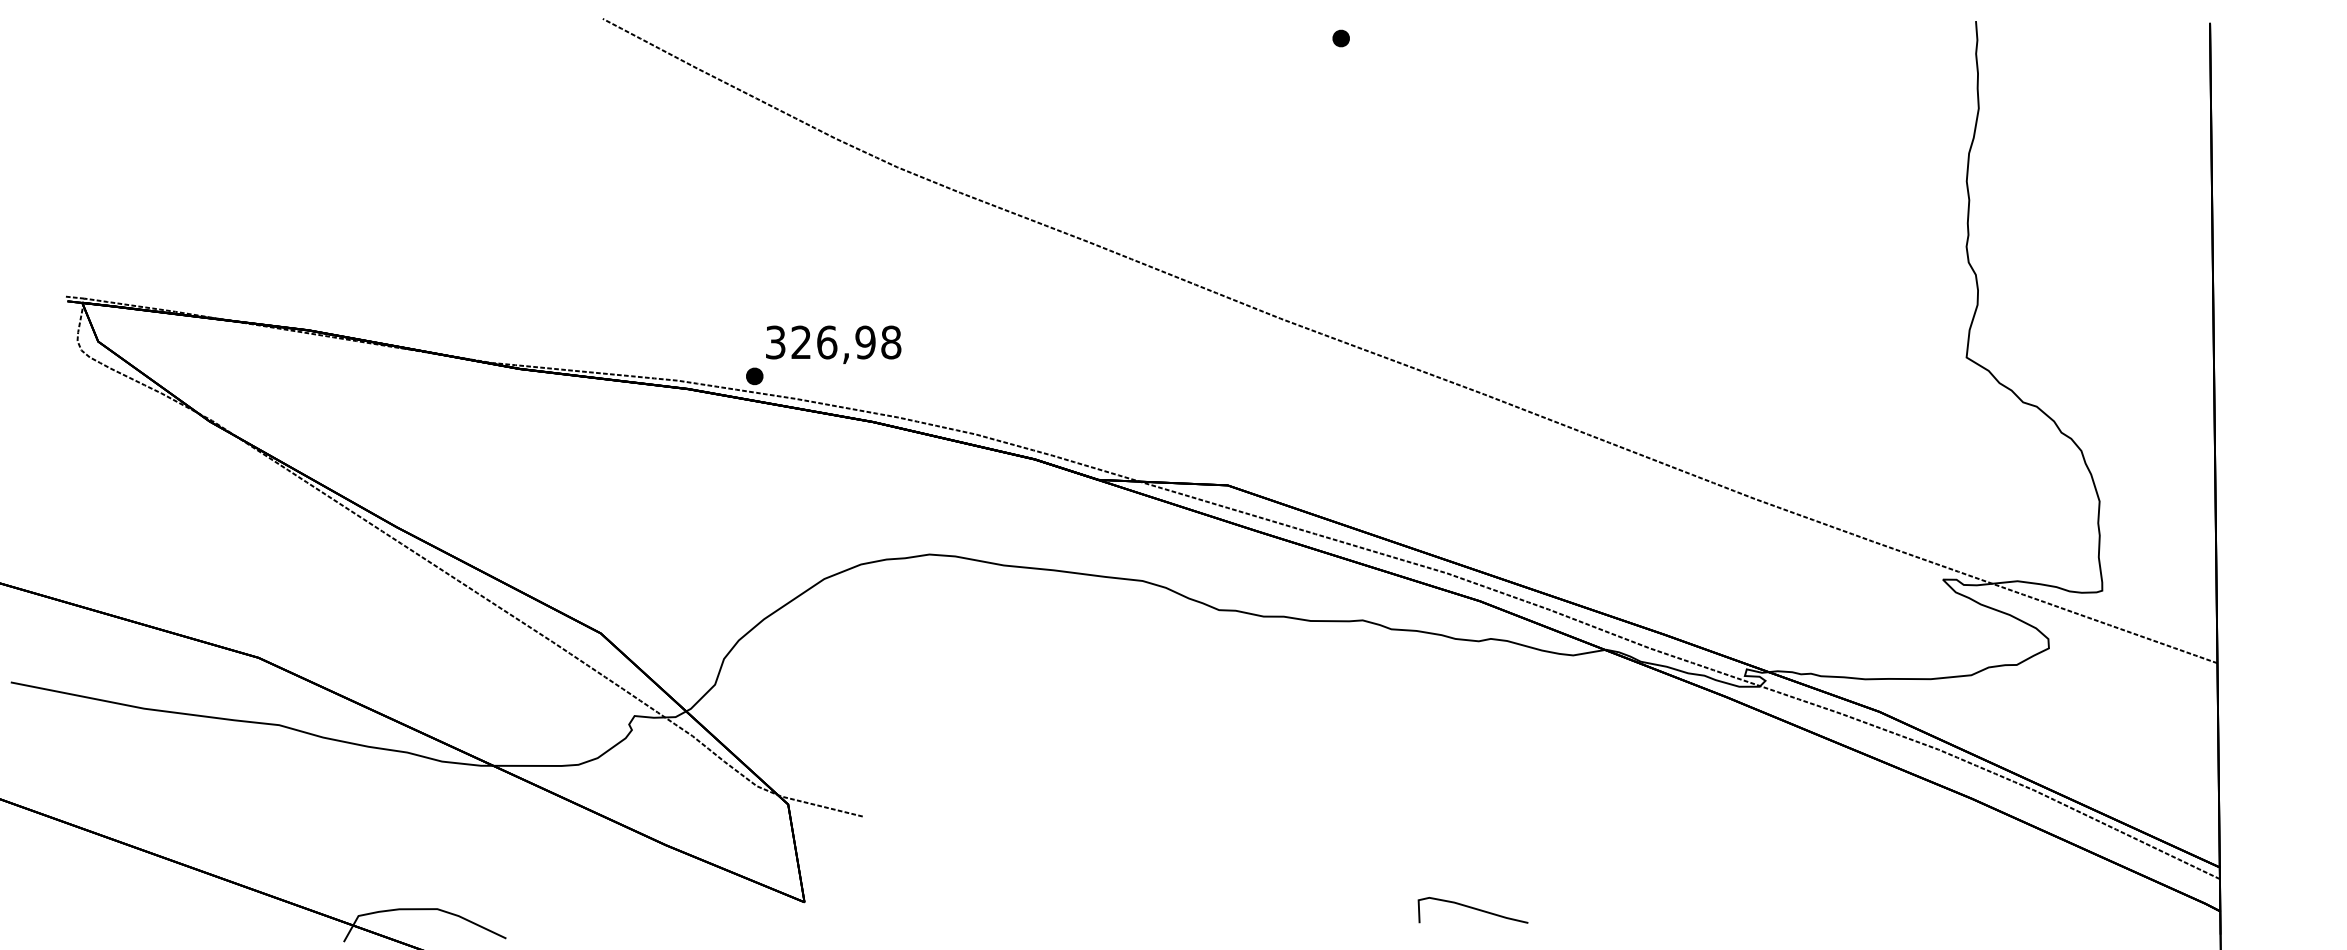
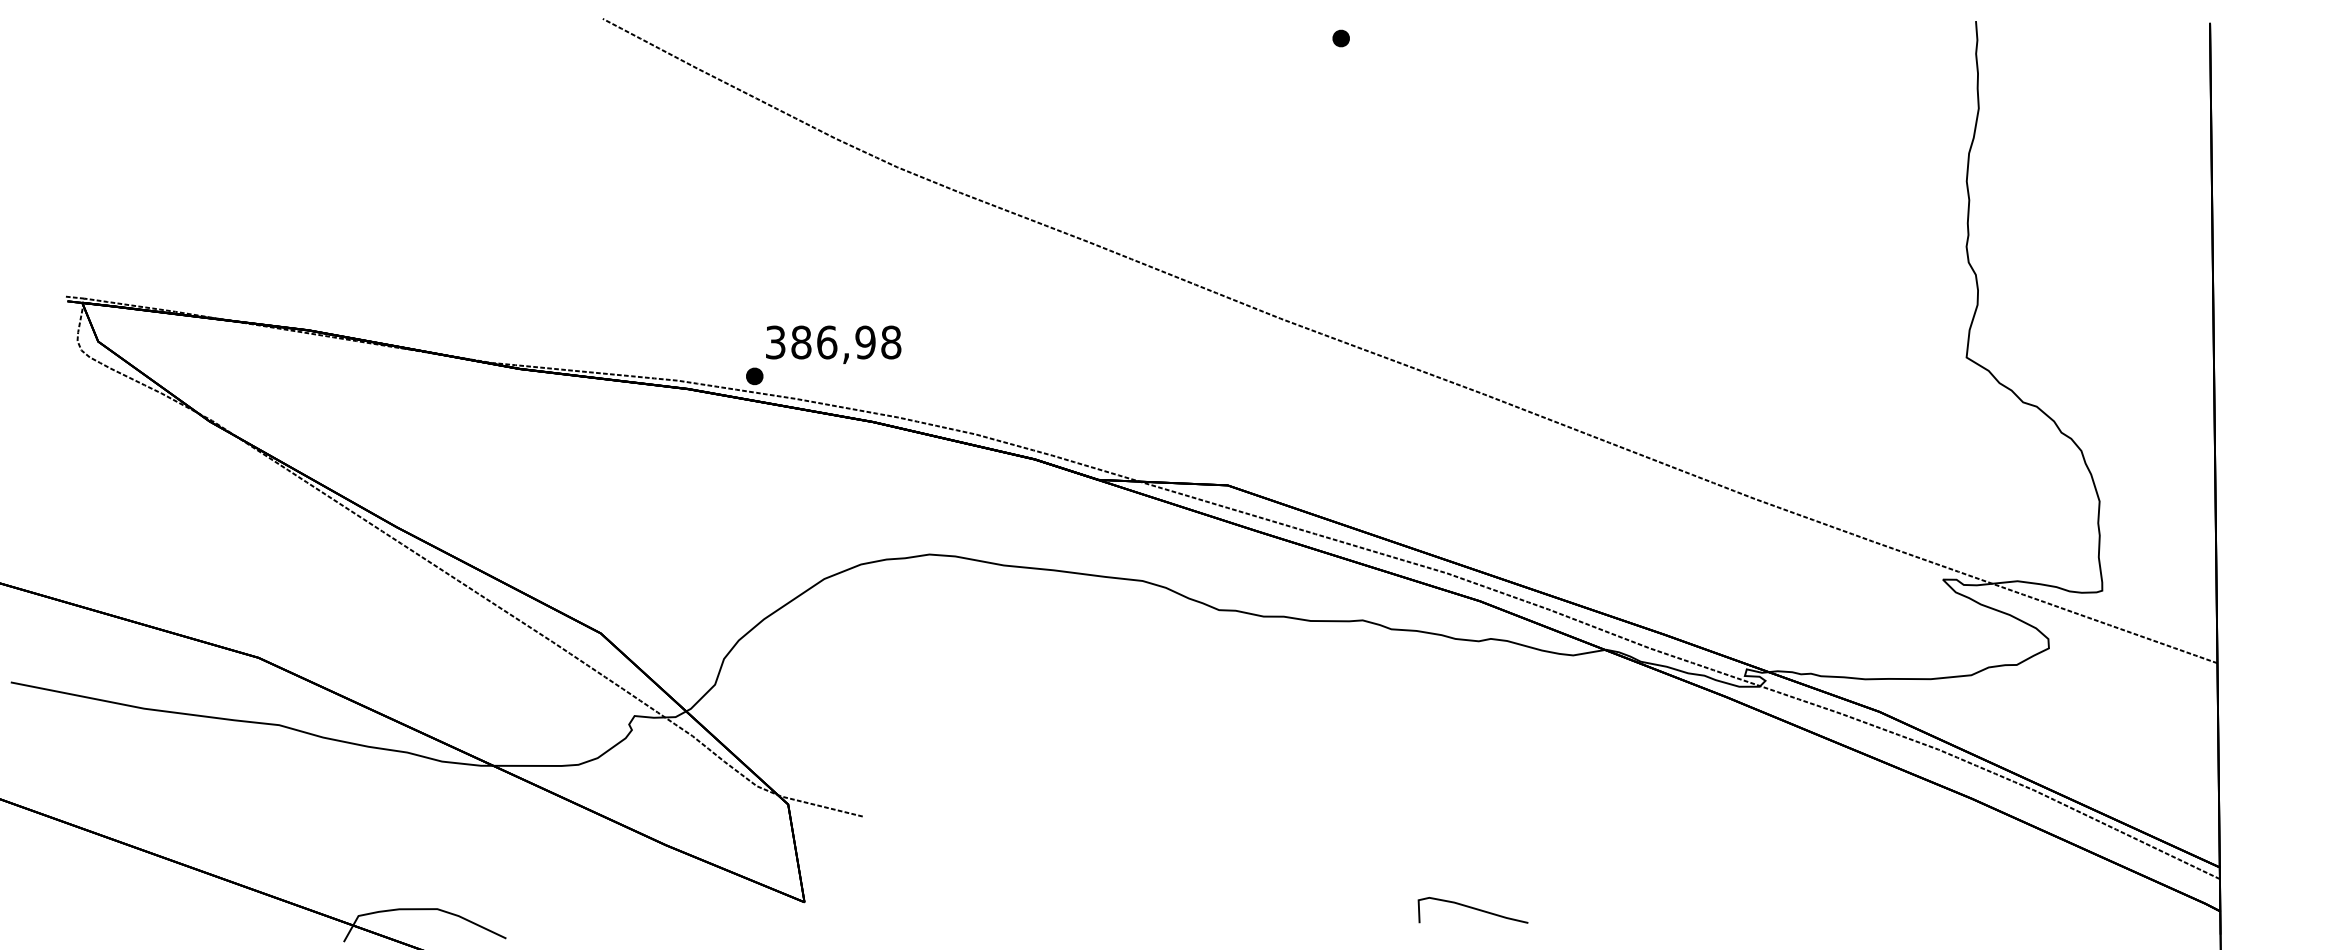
text at (801, 342): 326,98 -> 386,98
